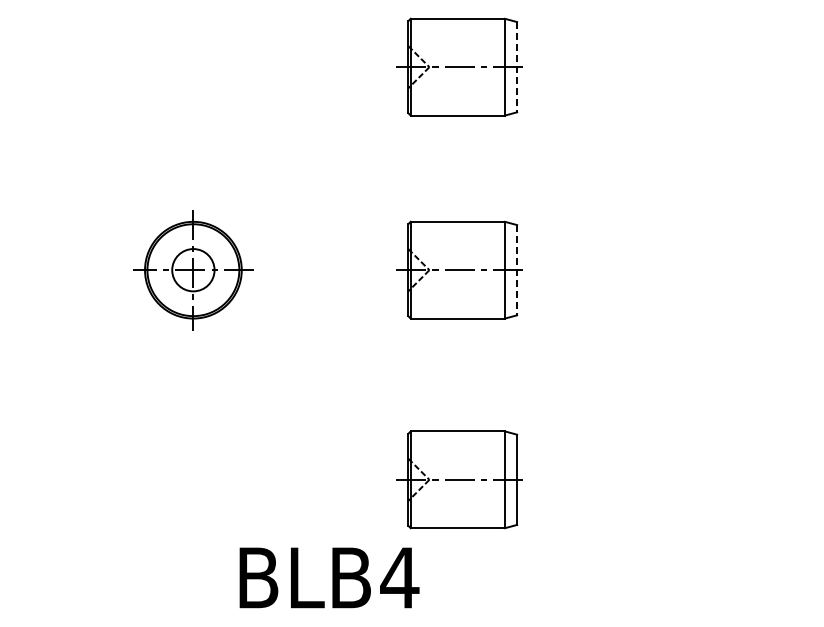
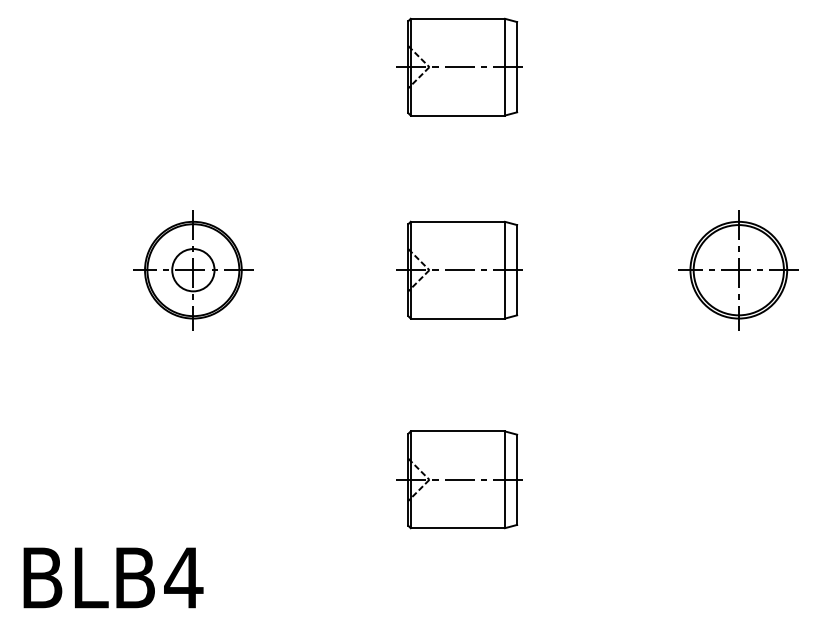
line at (517, 67): dashed -> solid
line at (517, 270): dashed -> solid
part at (738, 270): none -> present
text at (329, 577) position: (329, 577) -> (113, 577)
